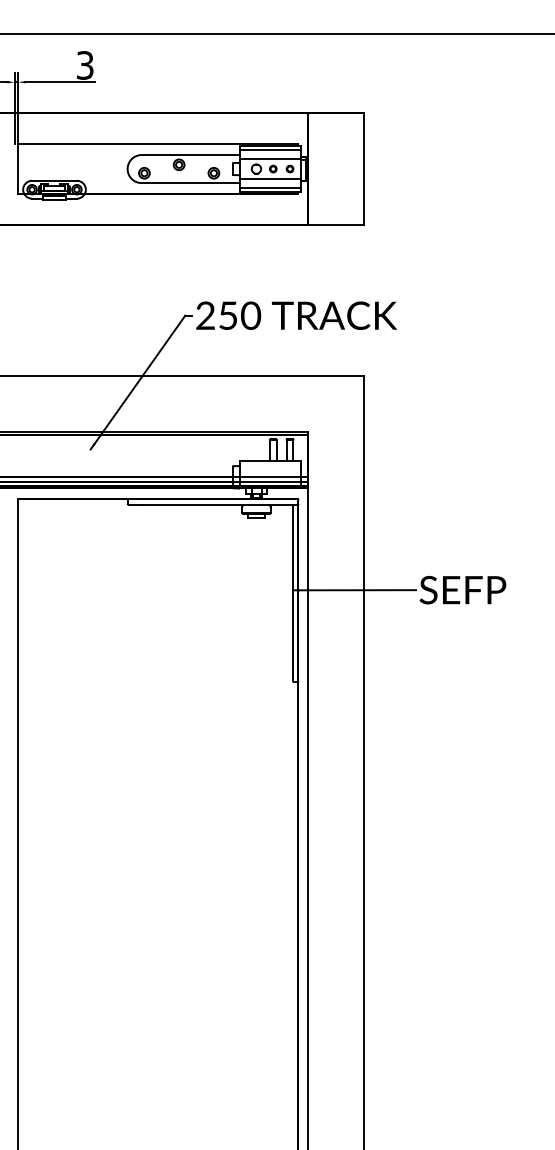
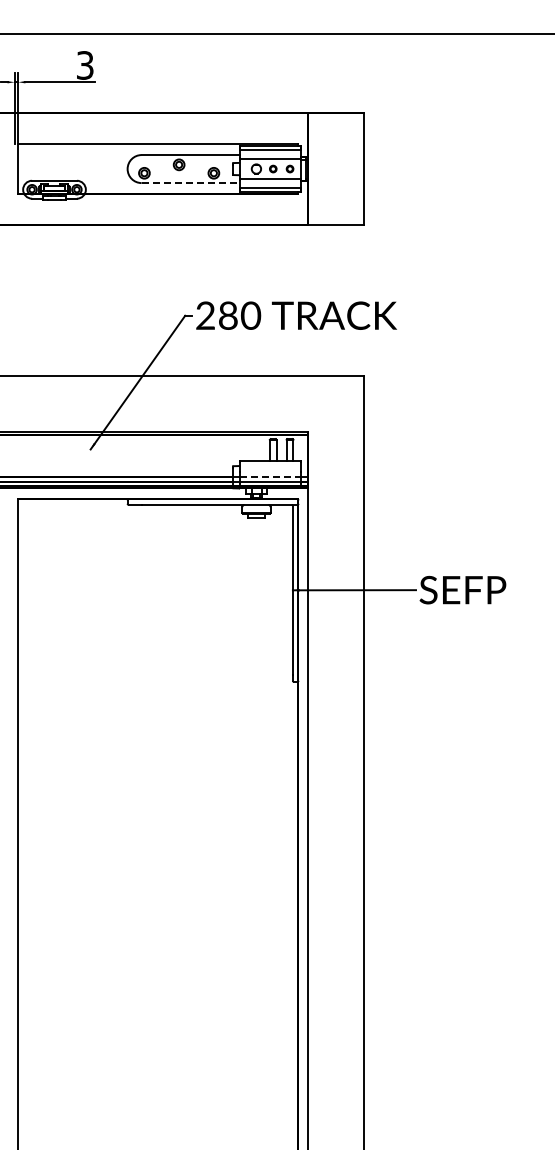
line at (191, 183): solid -> dashed
text at (228, 315): 250 -> 280
line at (270, 477): solid -> dashed
